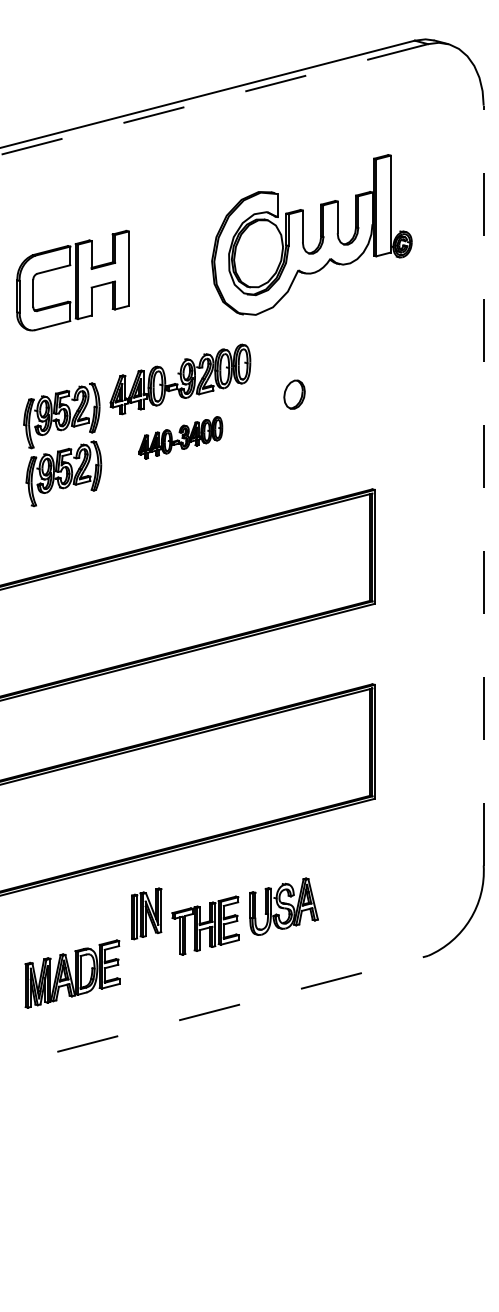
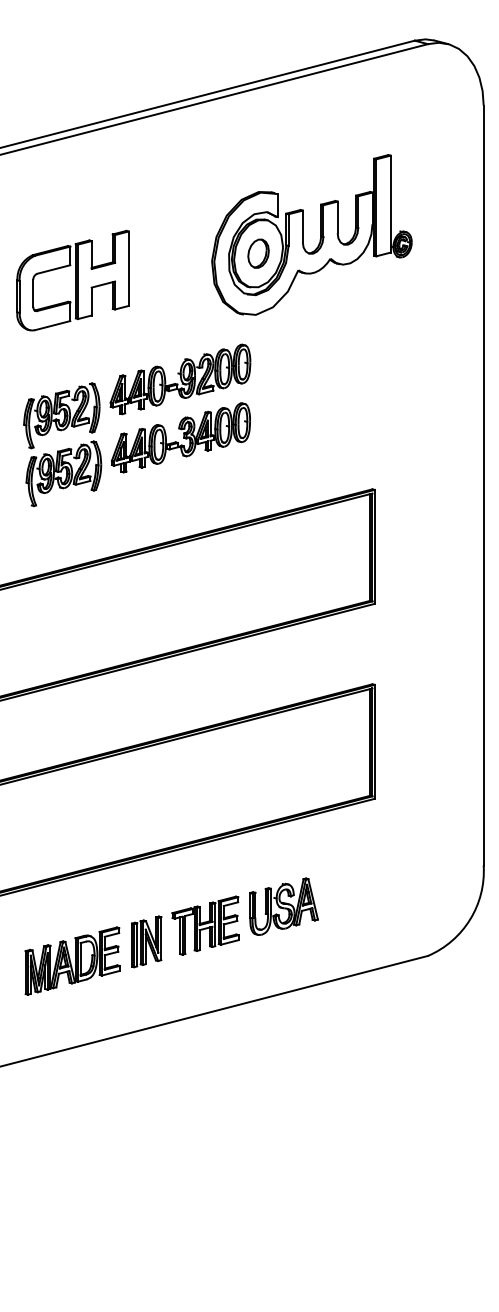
line at (214, 99): dashed -> solid
part at (294, 394) position: (294, 394) -> (258, 253)
part at (180, 437) size: 86x44 px -> 141x72 px
line at (483, 485): dashed -> solid
part at (146, 913) position: (146, 913) -> (146, 941)
part at (72, 973) position: (72, 973) -> (72, 960)
line at (214, 1011): dashed -> solid
